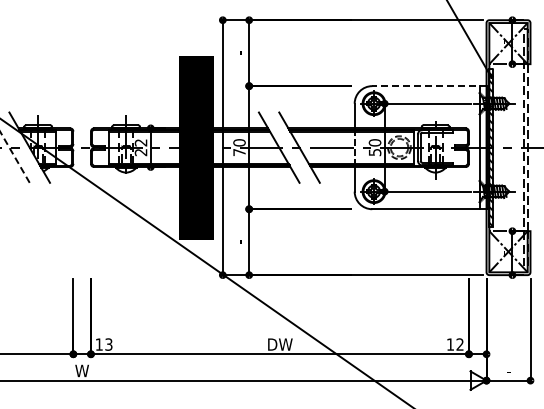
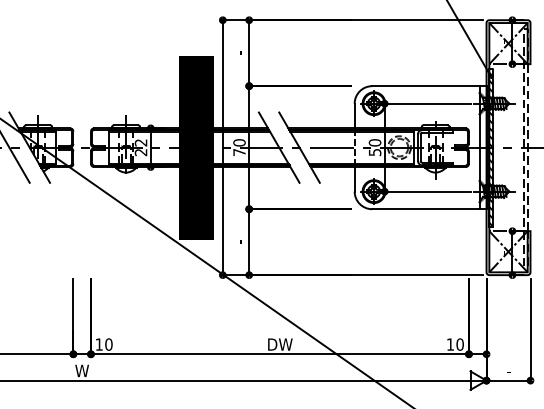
line at (428, 86): dashed -> solid
line at (14, 157): dashed -> solid
text at (108, 344): 13 -> 10
text at (459, 344): 12 -> 10
